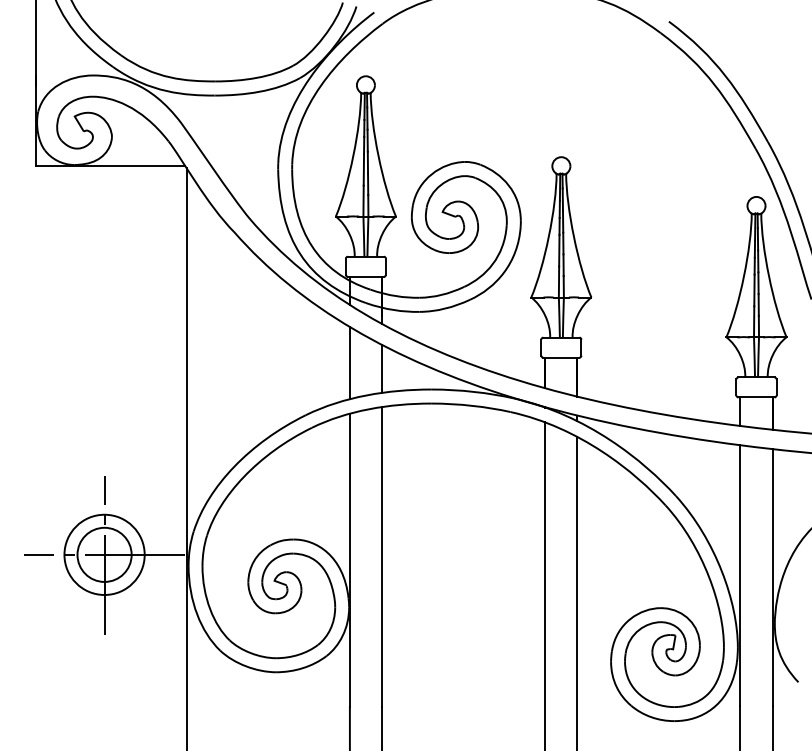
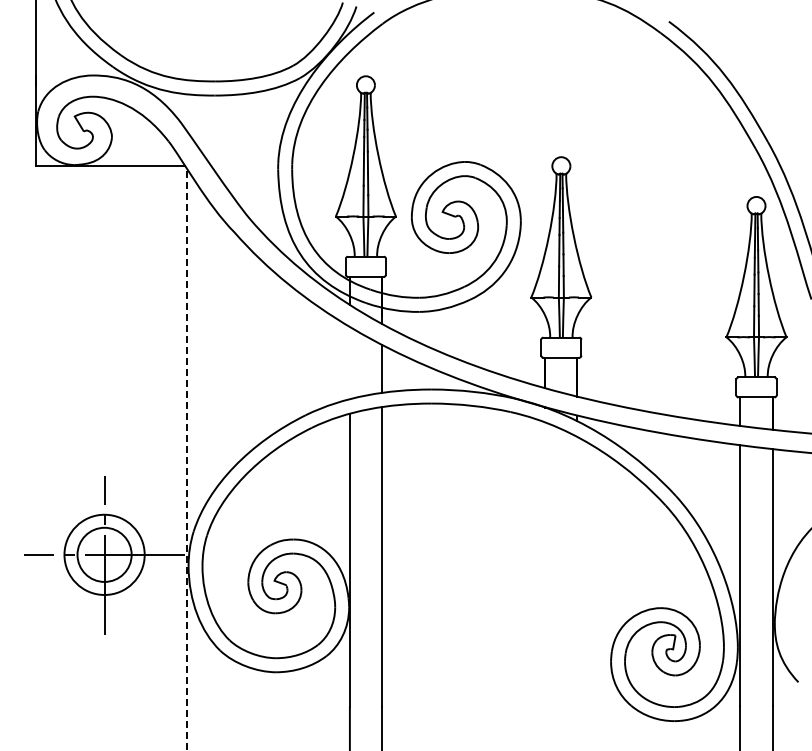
line at (349, 363): present -> none
line at (186, 459): solid -> dashed
line at (545, 584): present -> none
line at (577, 591): present -> none
